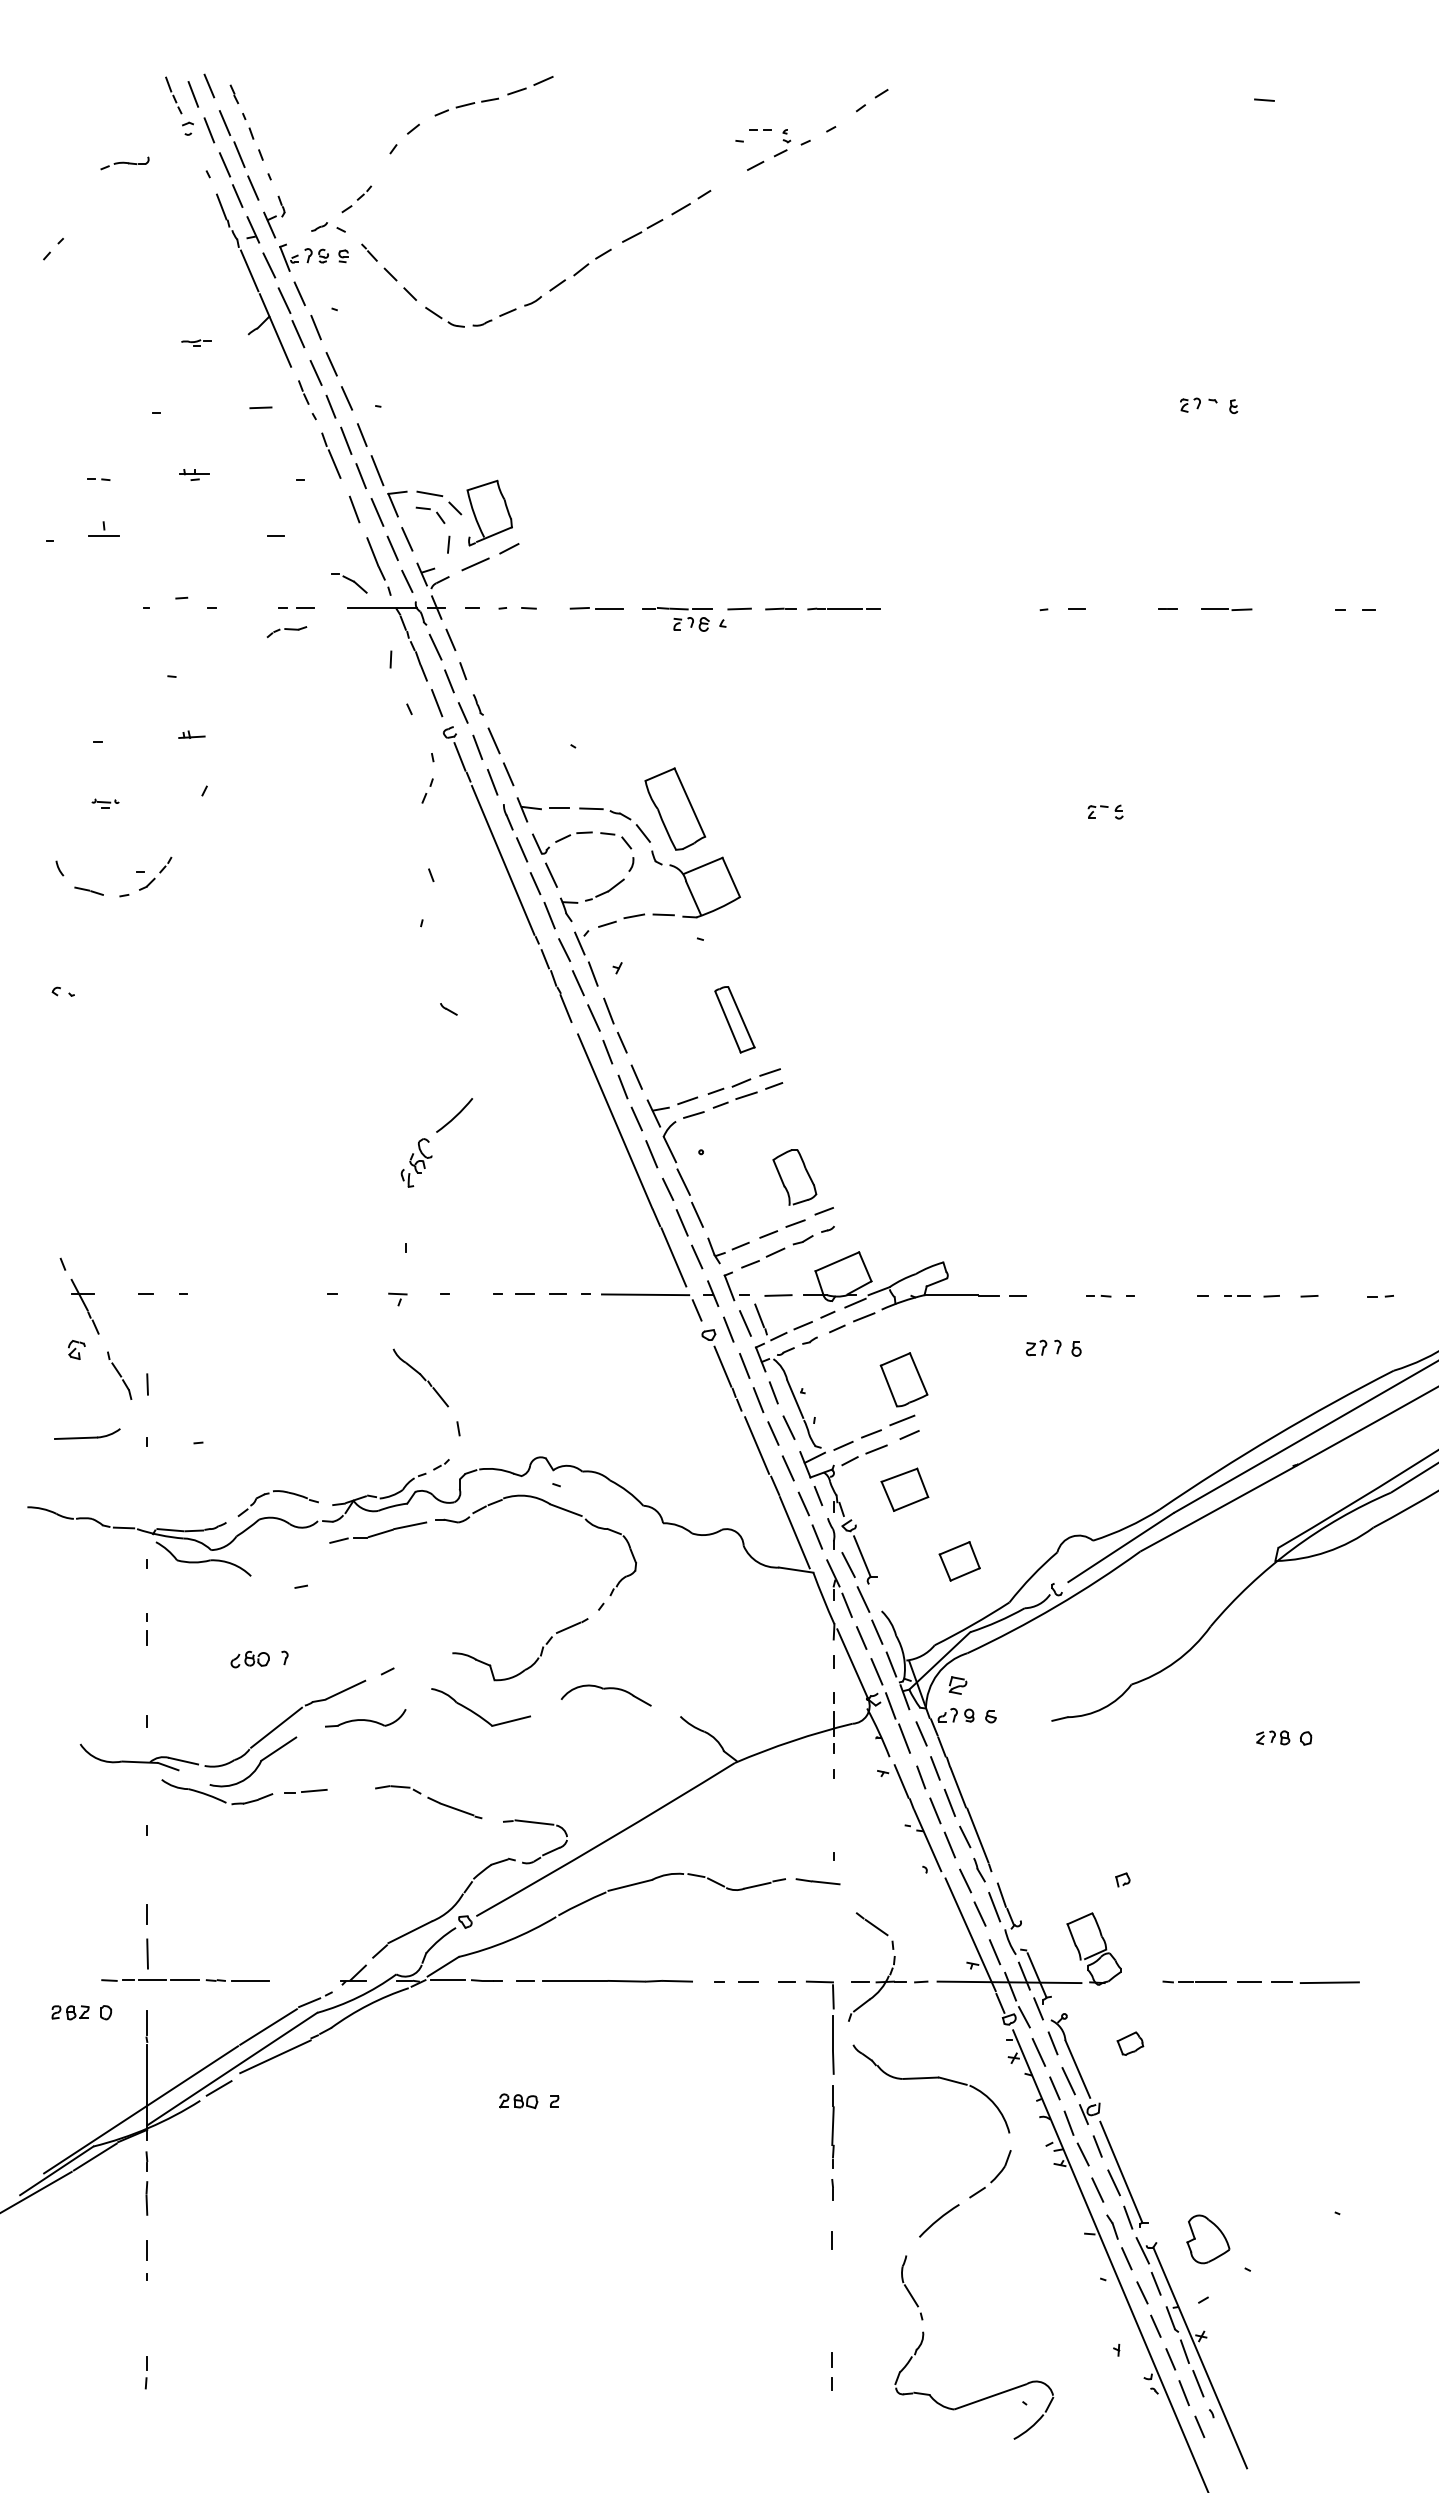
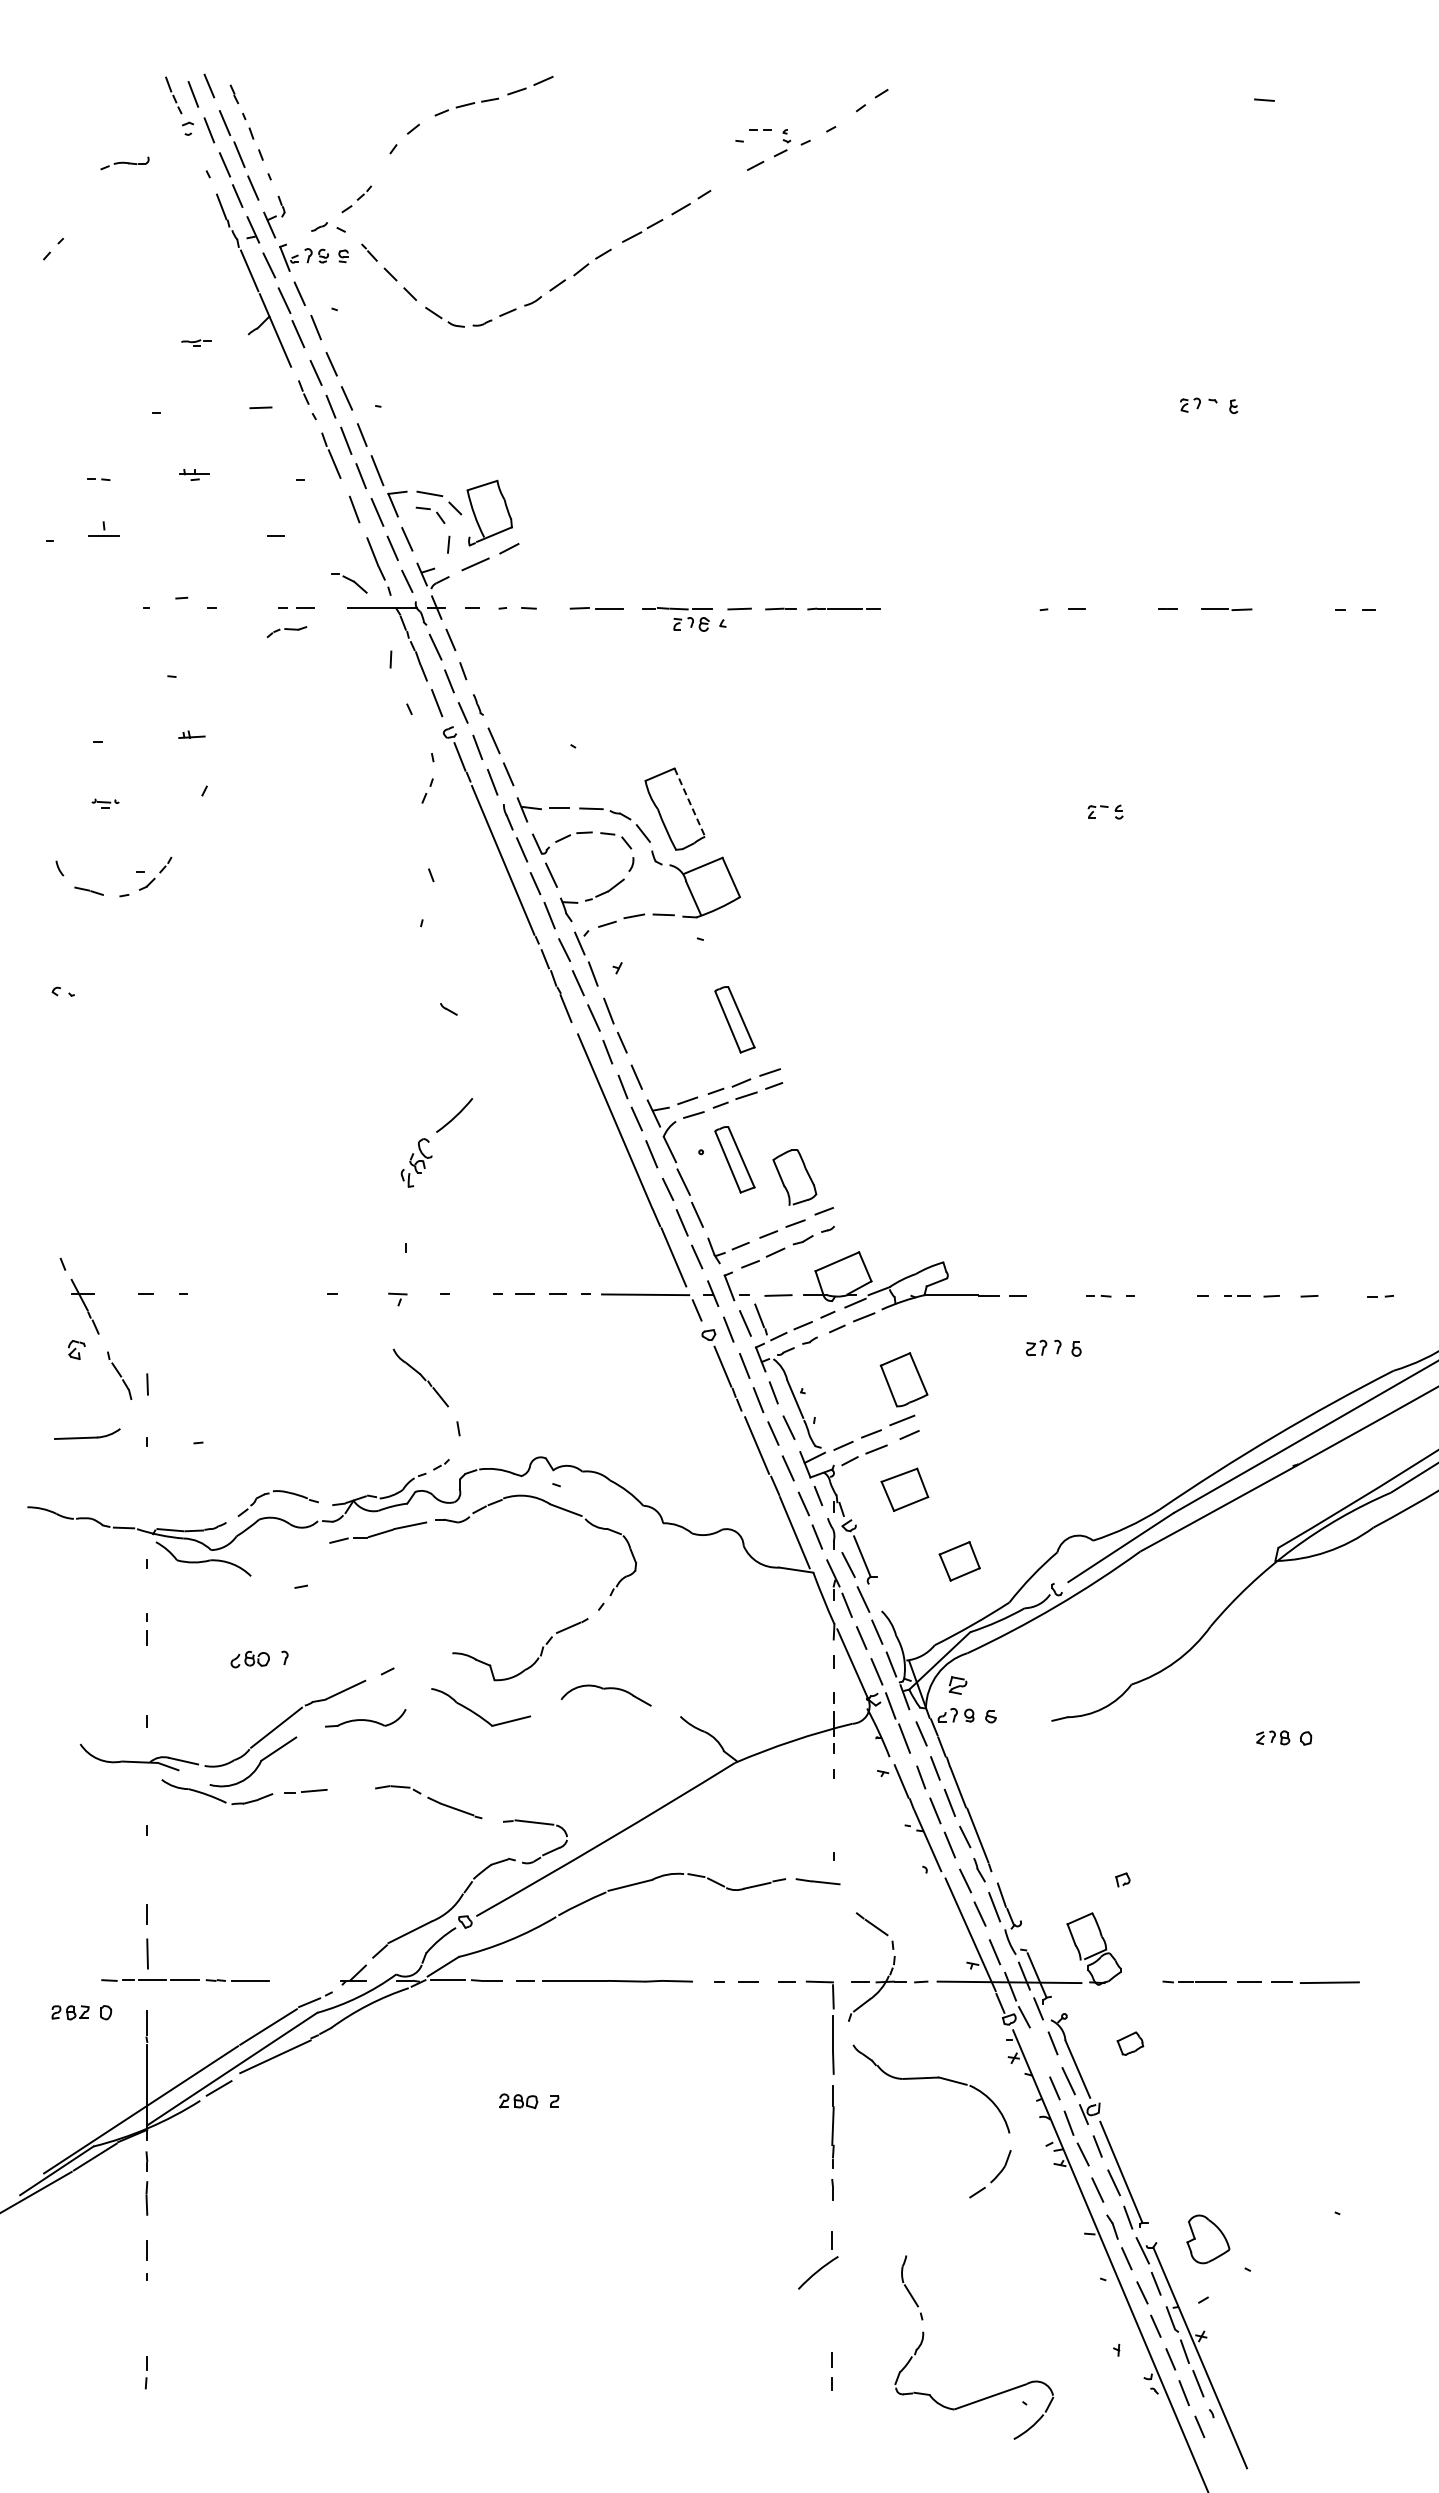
line at (690, 803): solid -> dashed
part at (734, 1159): none -> present
line at (1038, 2052): present -> none
arc at (939, 2219) position: (939, 2219) -> (818, 2271)
